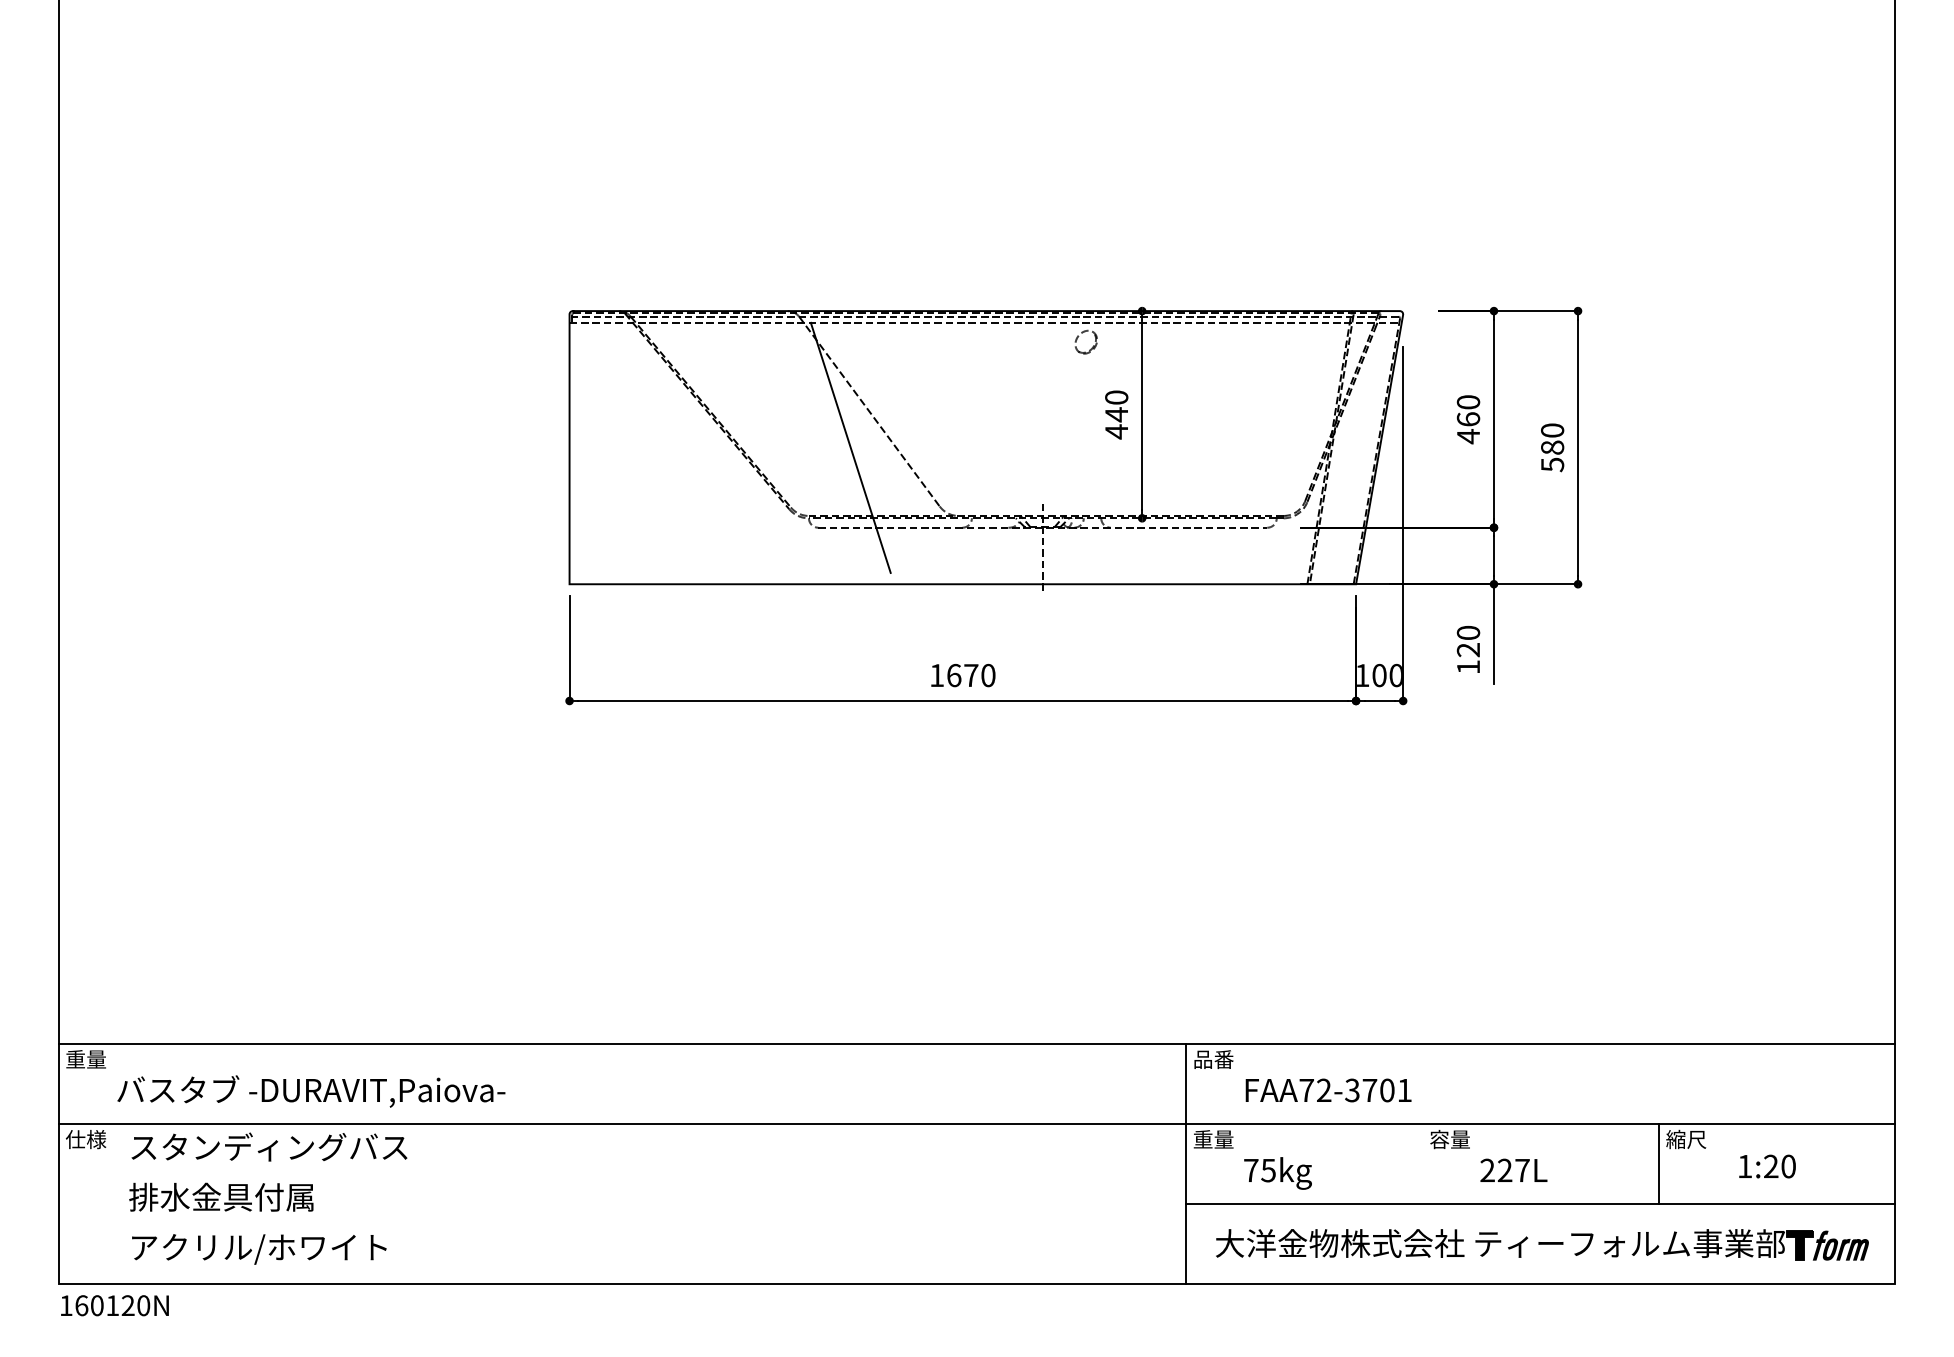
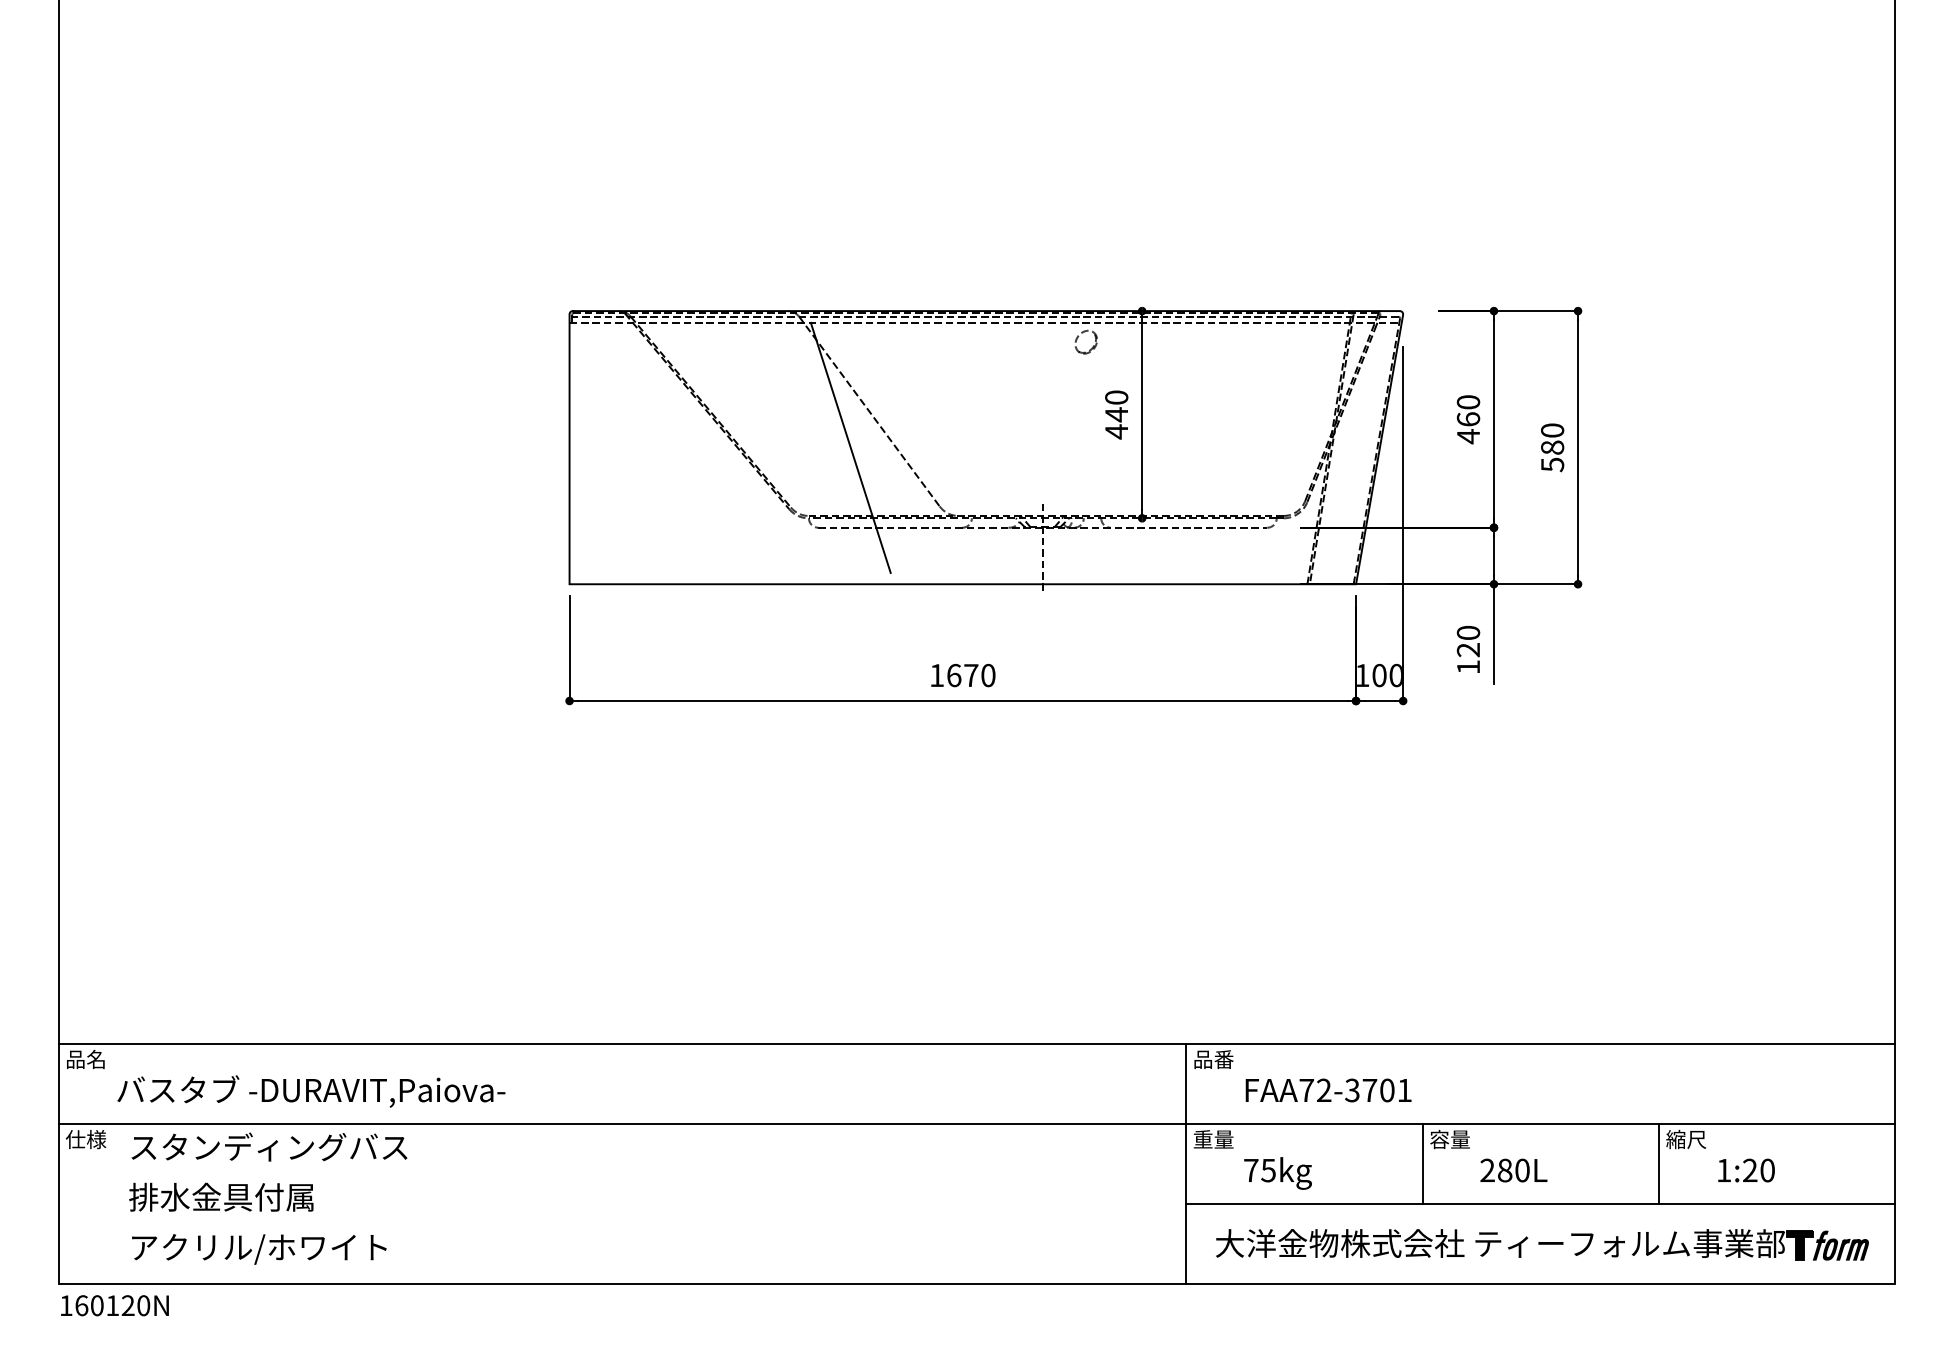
text at (85, 1059): 重量 -> 品名
line at (1422, 1164): none -> present
text at (1767, 1166) position: (1767, 1166) -> (1746, 1170)
text at (1513, 1170): 227L -> 280L
